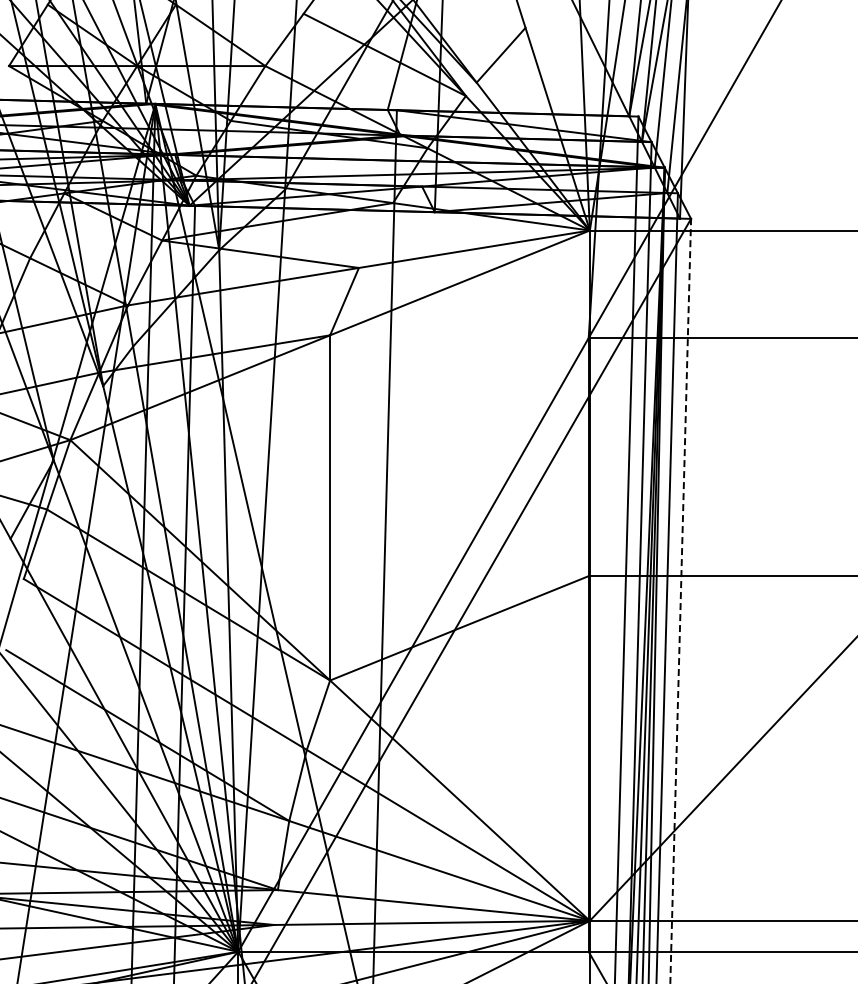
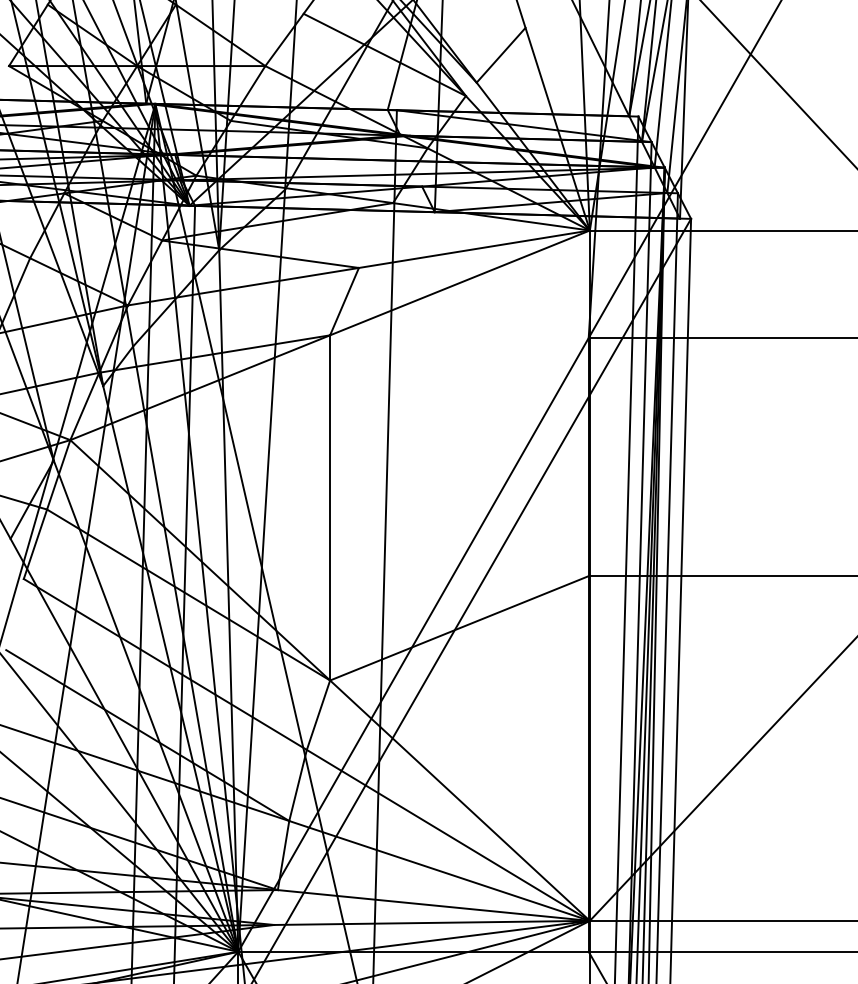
line at (778, 84): none -> present
line at (680, 600): dashed -> solid
